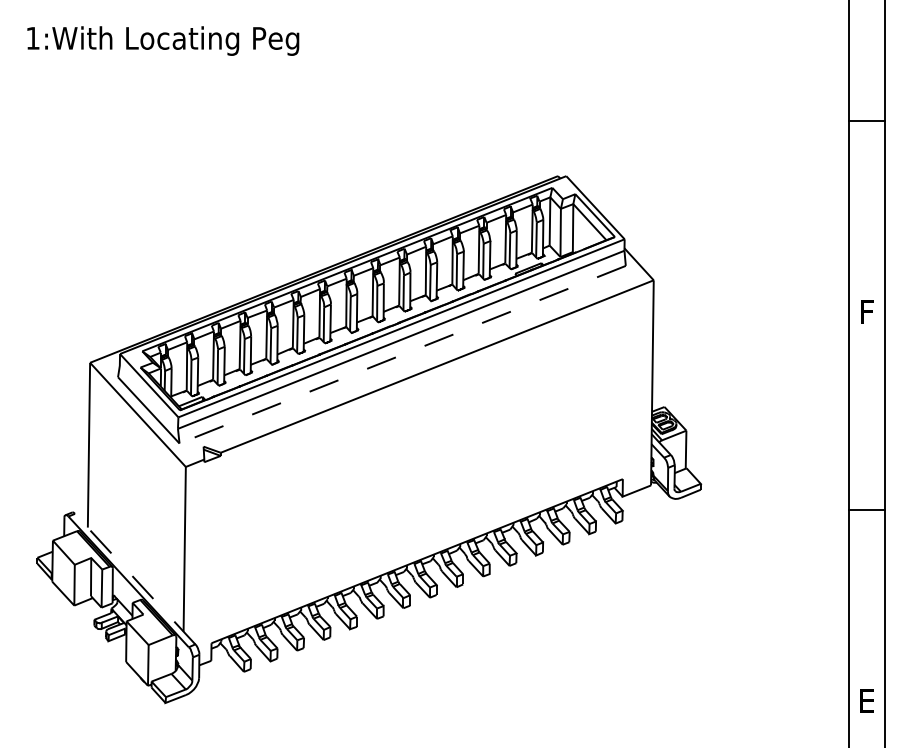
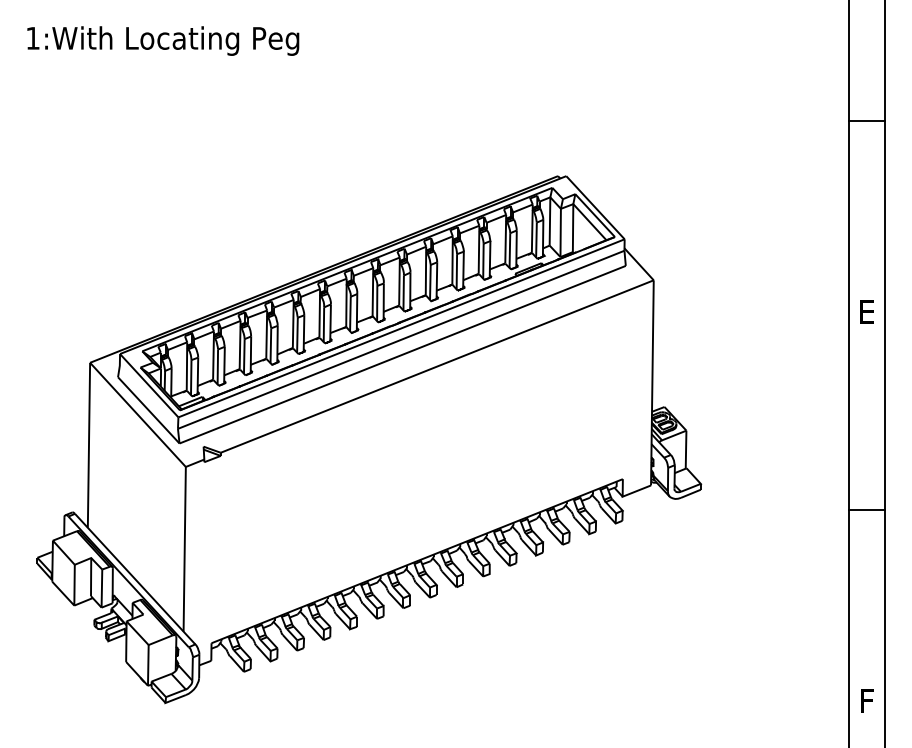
text at (866, 311): F -> E
line at (402, 354): dashed -> solid
line at (135, 579): dashed -> solid
text at (866, 700): E -> F
